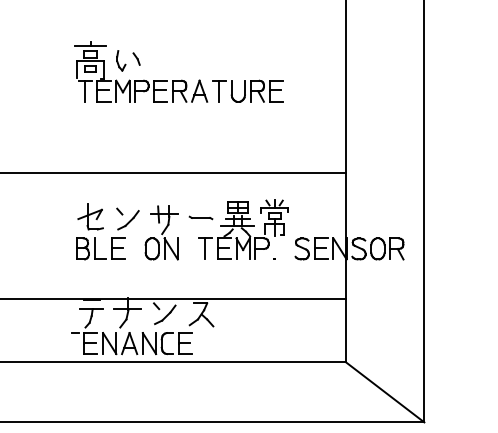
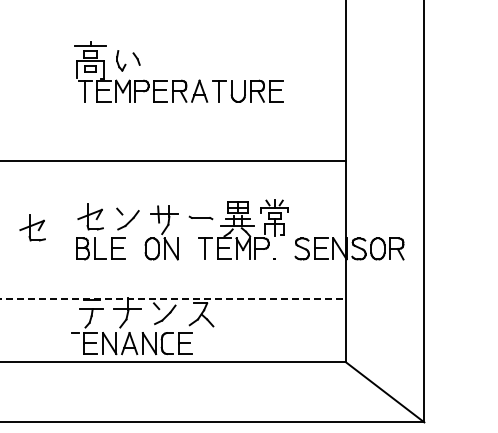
line at (173, 172) position: (173, 172) -> (173, 160)
part at (32, 227): none -> present
line at (172, 298): solid -> dashed
